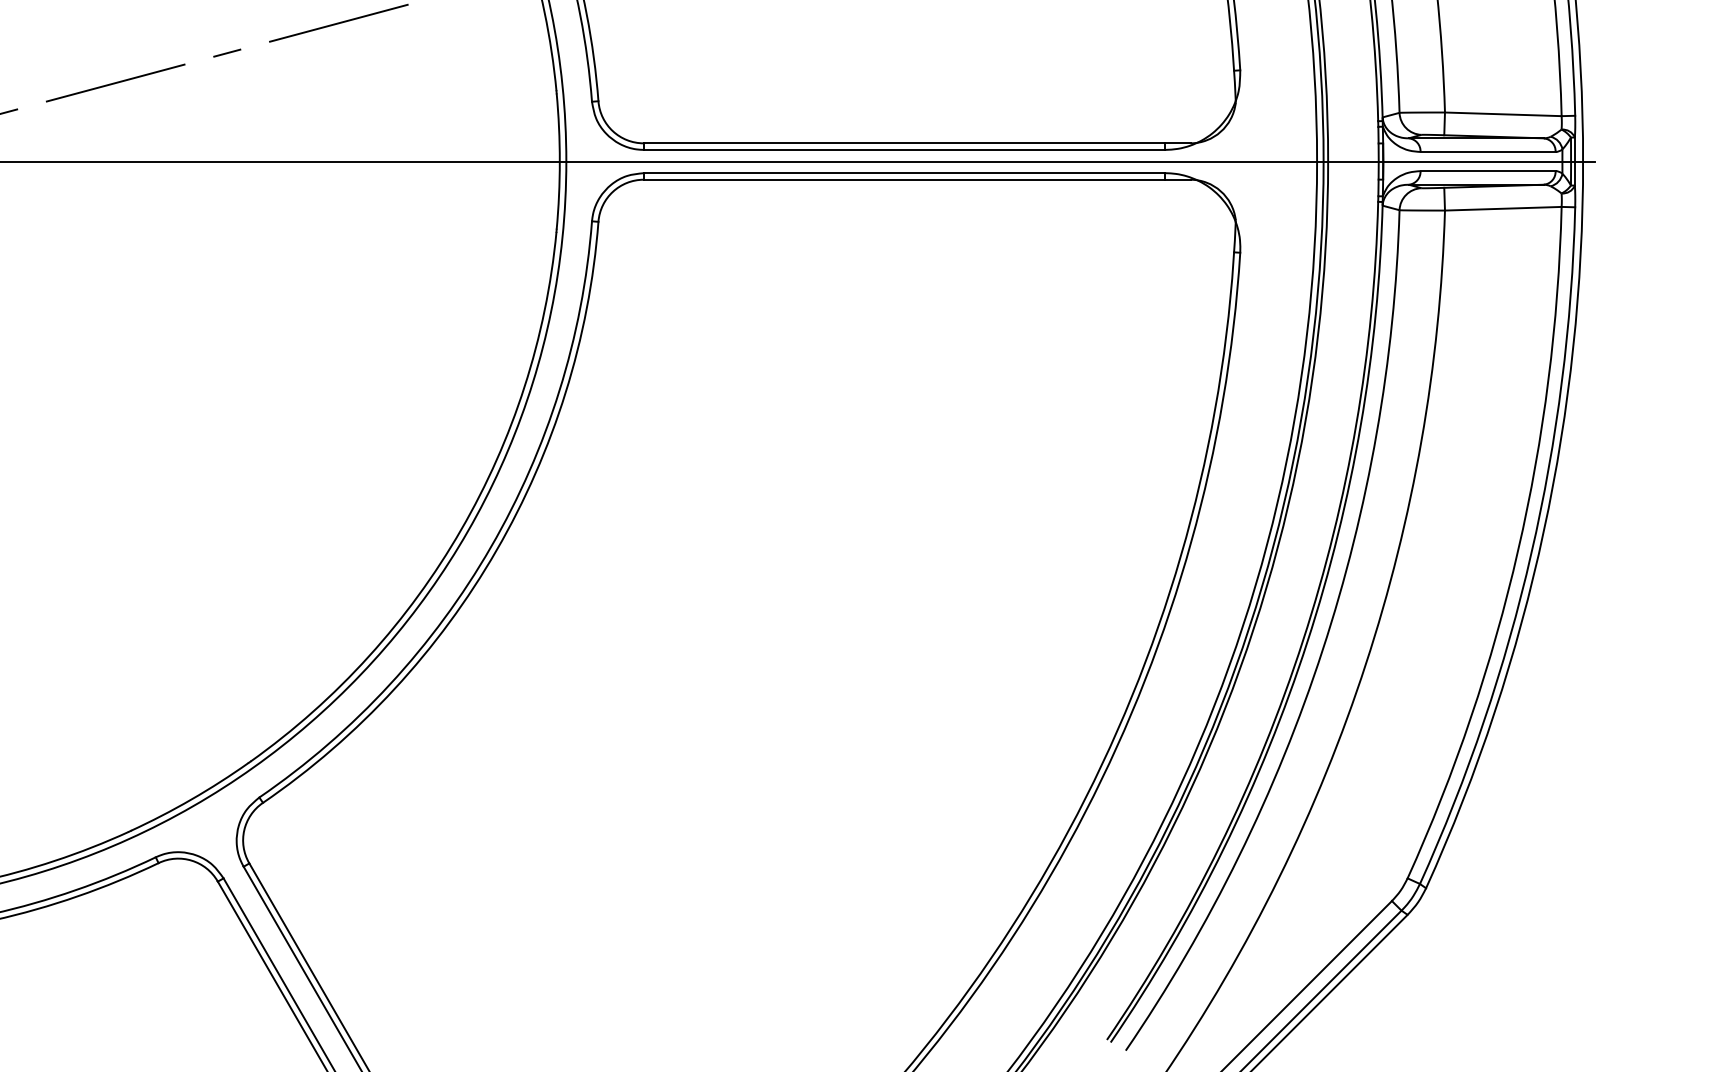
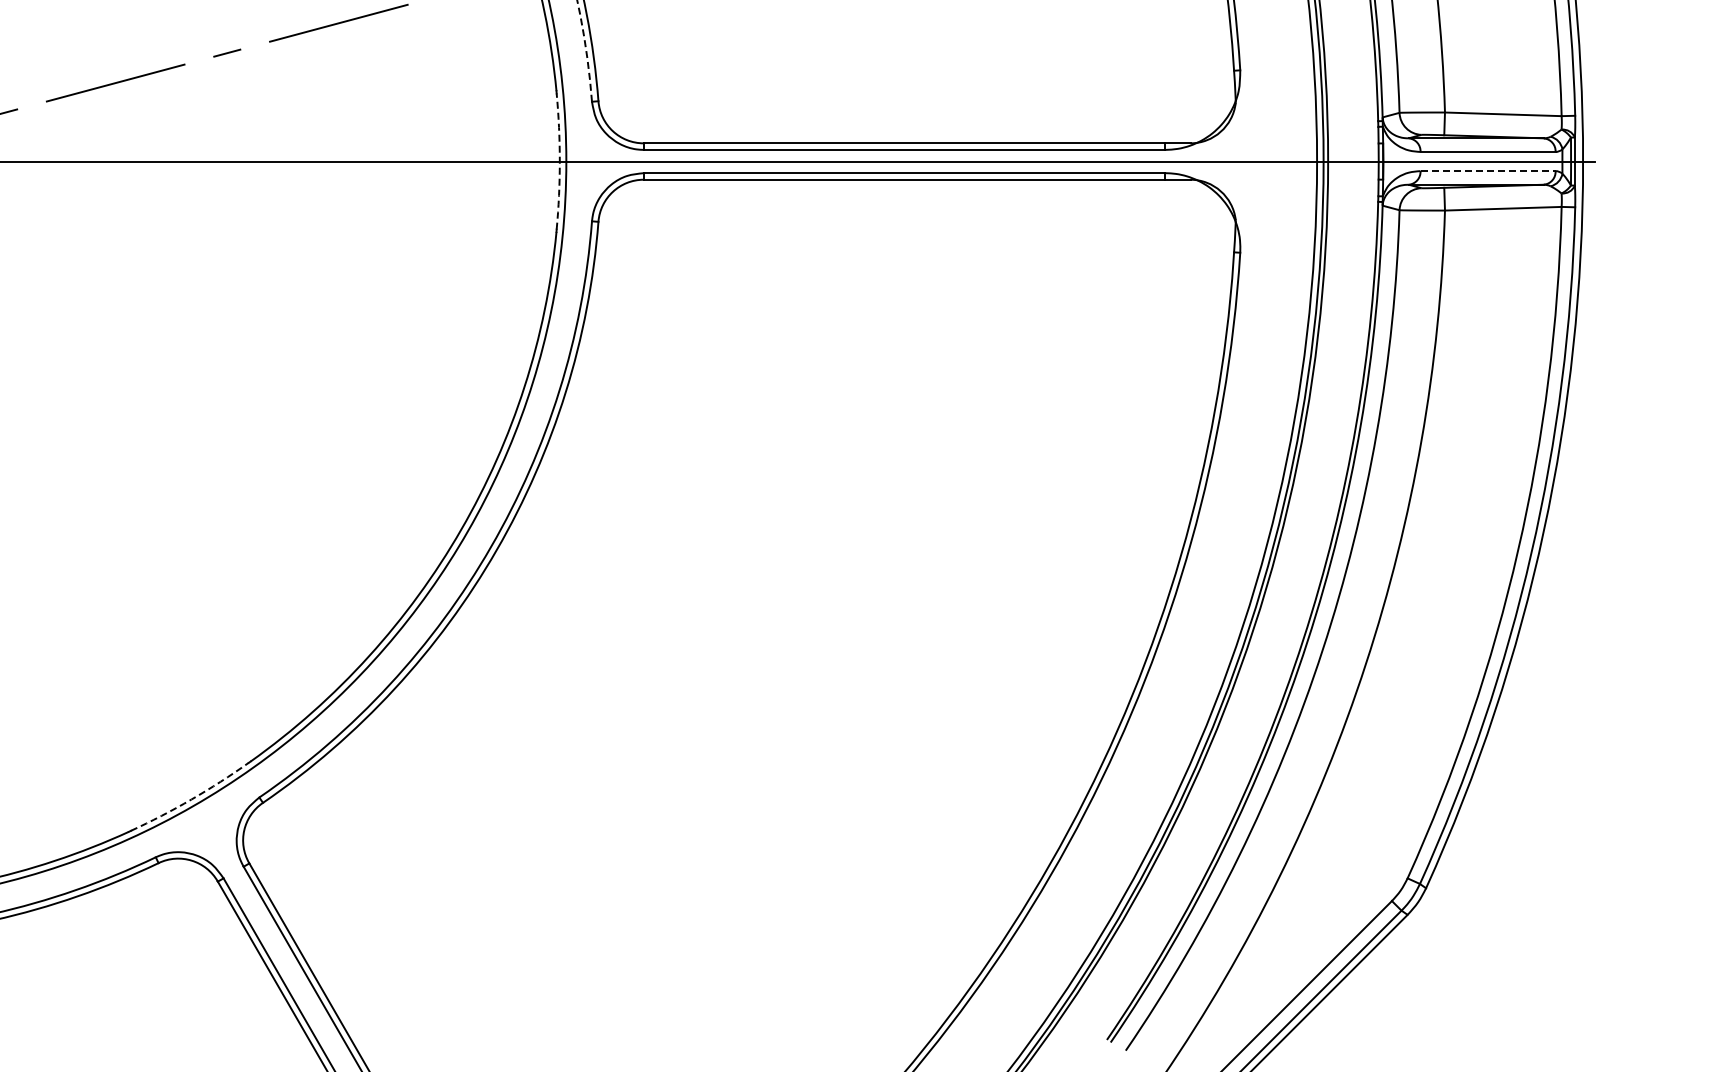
arc at (586, 50): solid -> dashed
arc at (559, 161): solid -> dashed
line at (1488, 171): solid -> dashed
arc at (191, 799): solid -> dashed
